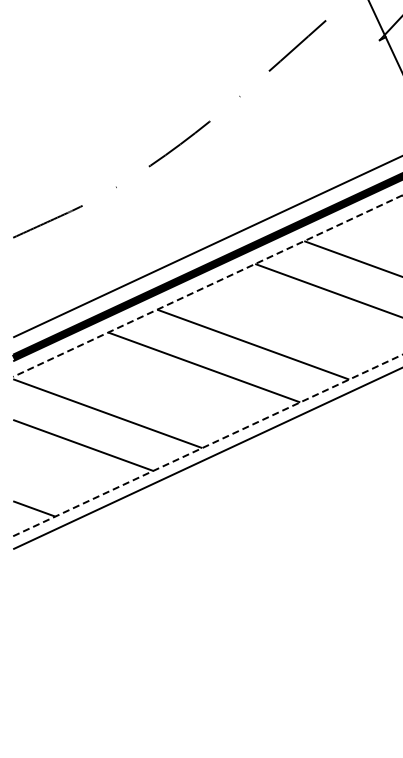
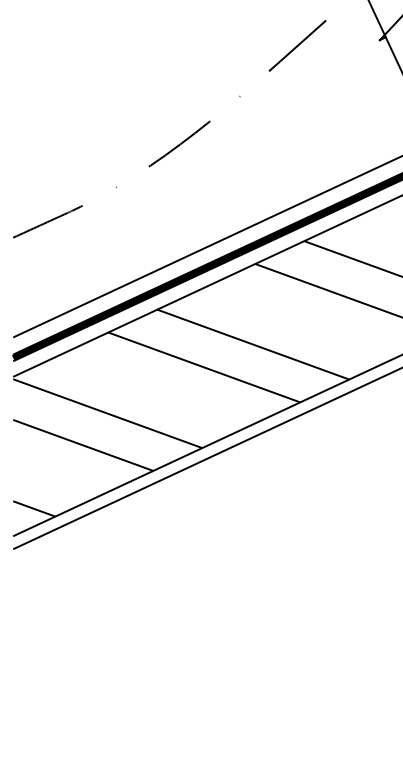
line at (402, 195): dashed -> solid
